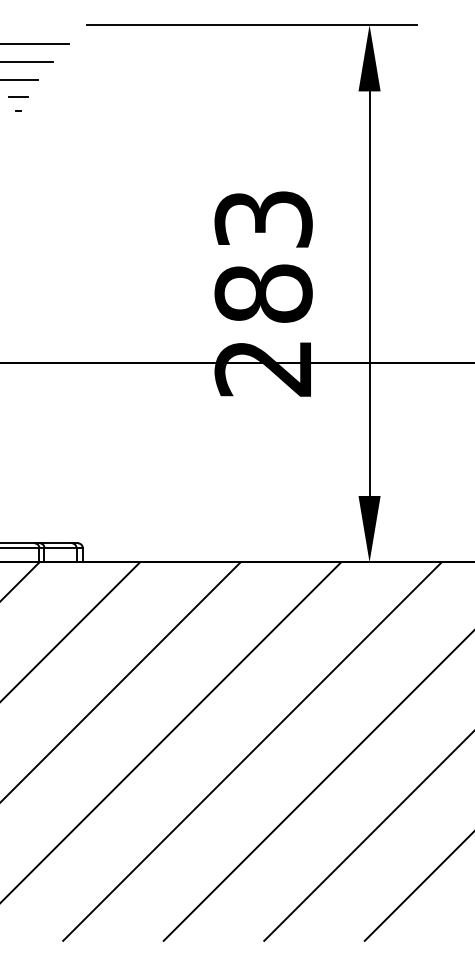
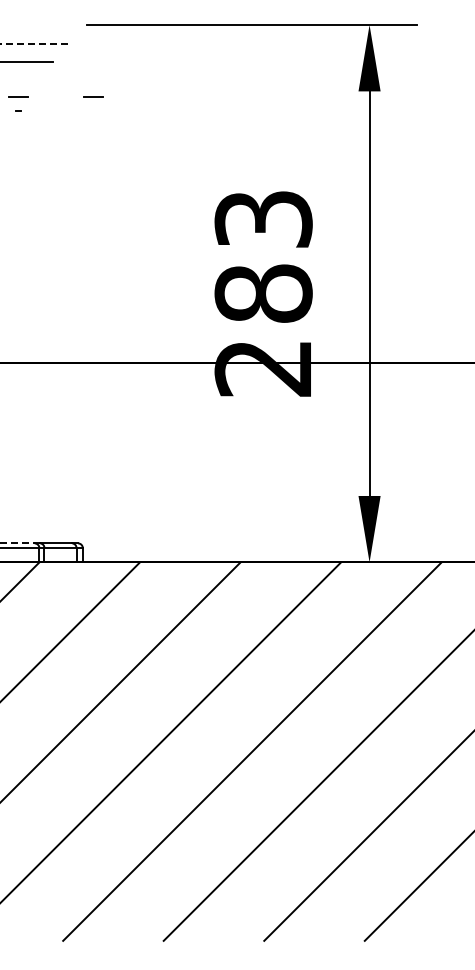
line at (34, 43): solid -> dashed
line at (20, 79): present -> none
line at (93, 96): none -> present
line at (17, 543): solid -> dashed
